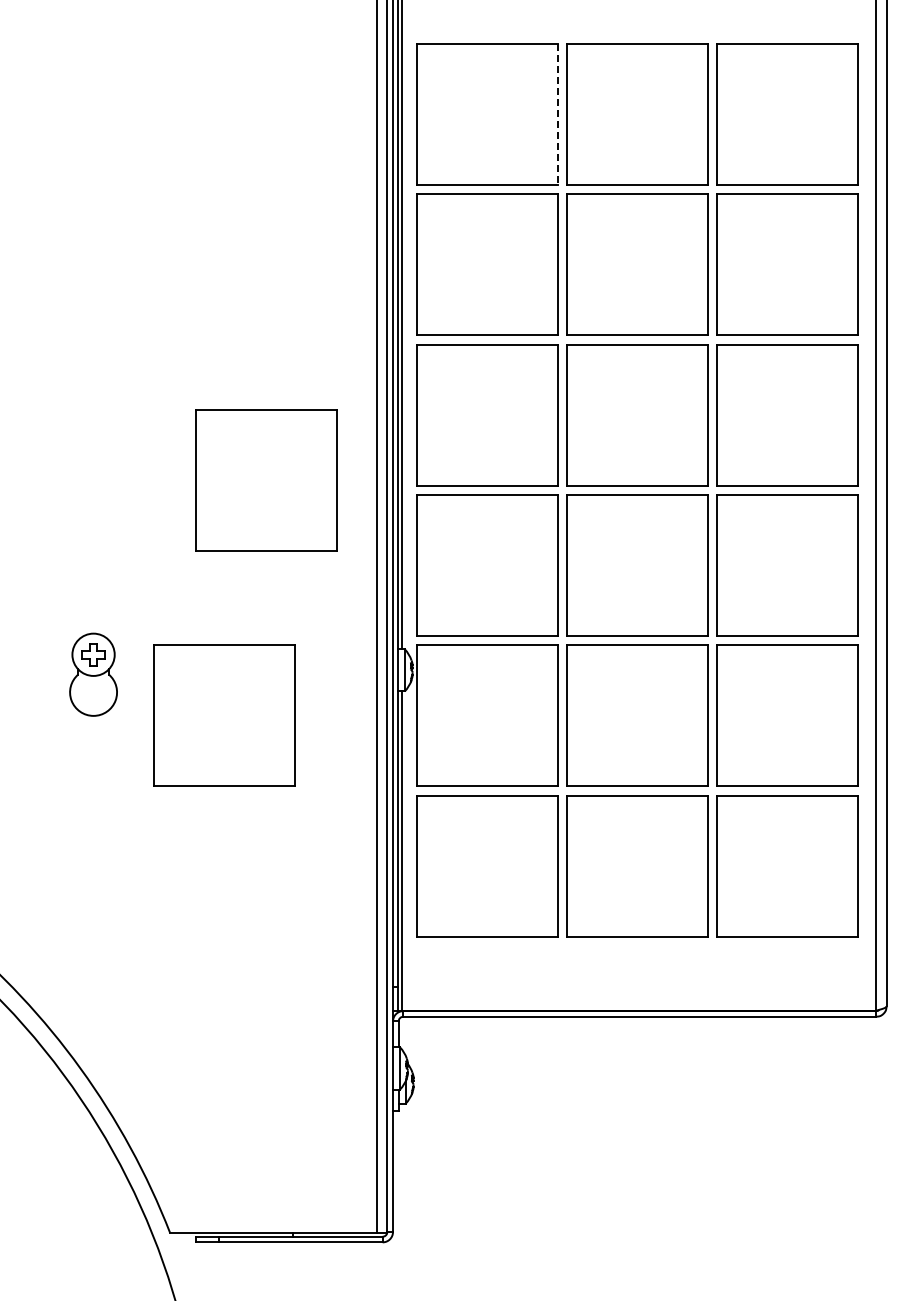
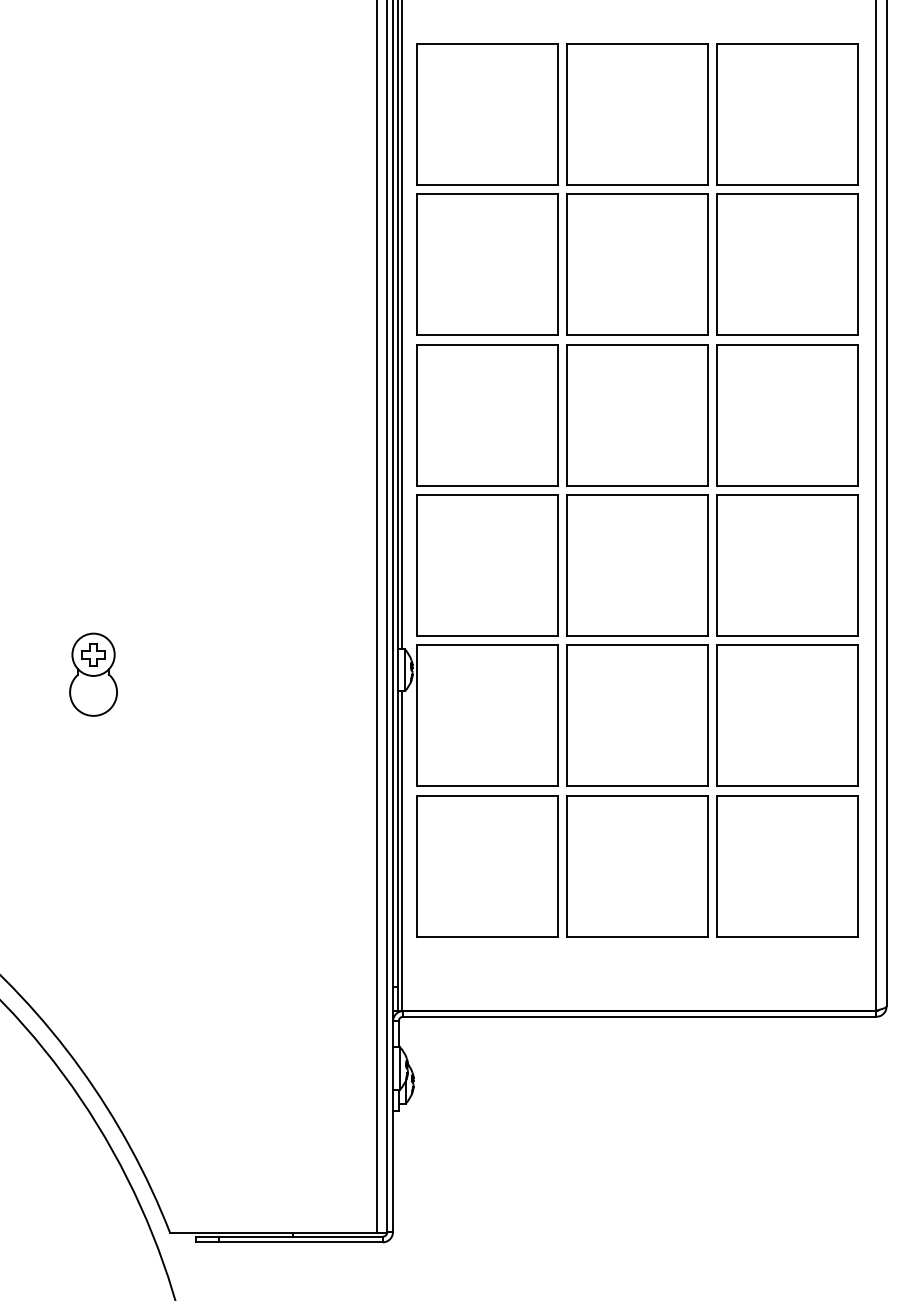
line at (557, 114): dashed -> solid
part at (266, 480): present -> none
part at (224, 715): present -> none
